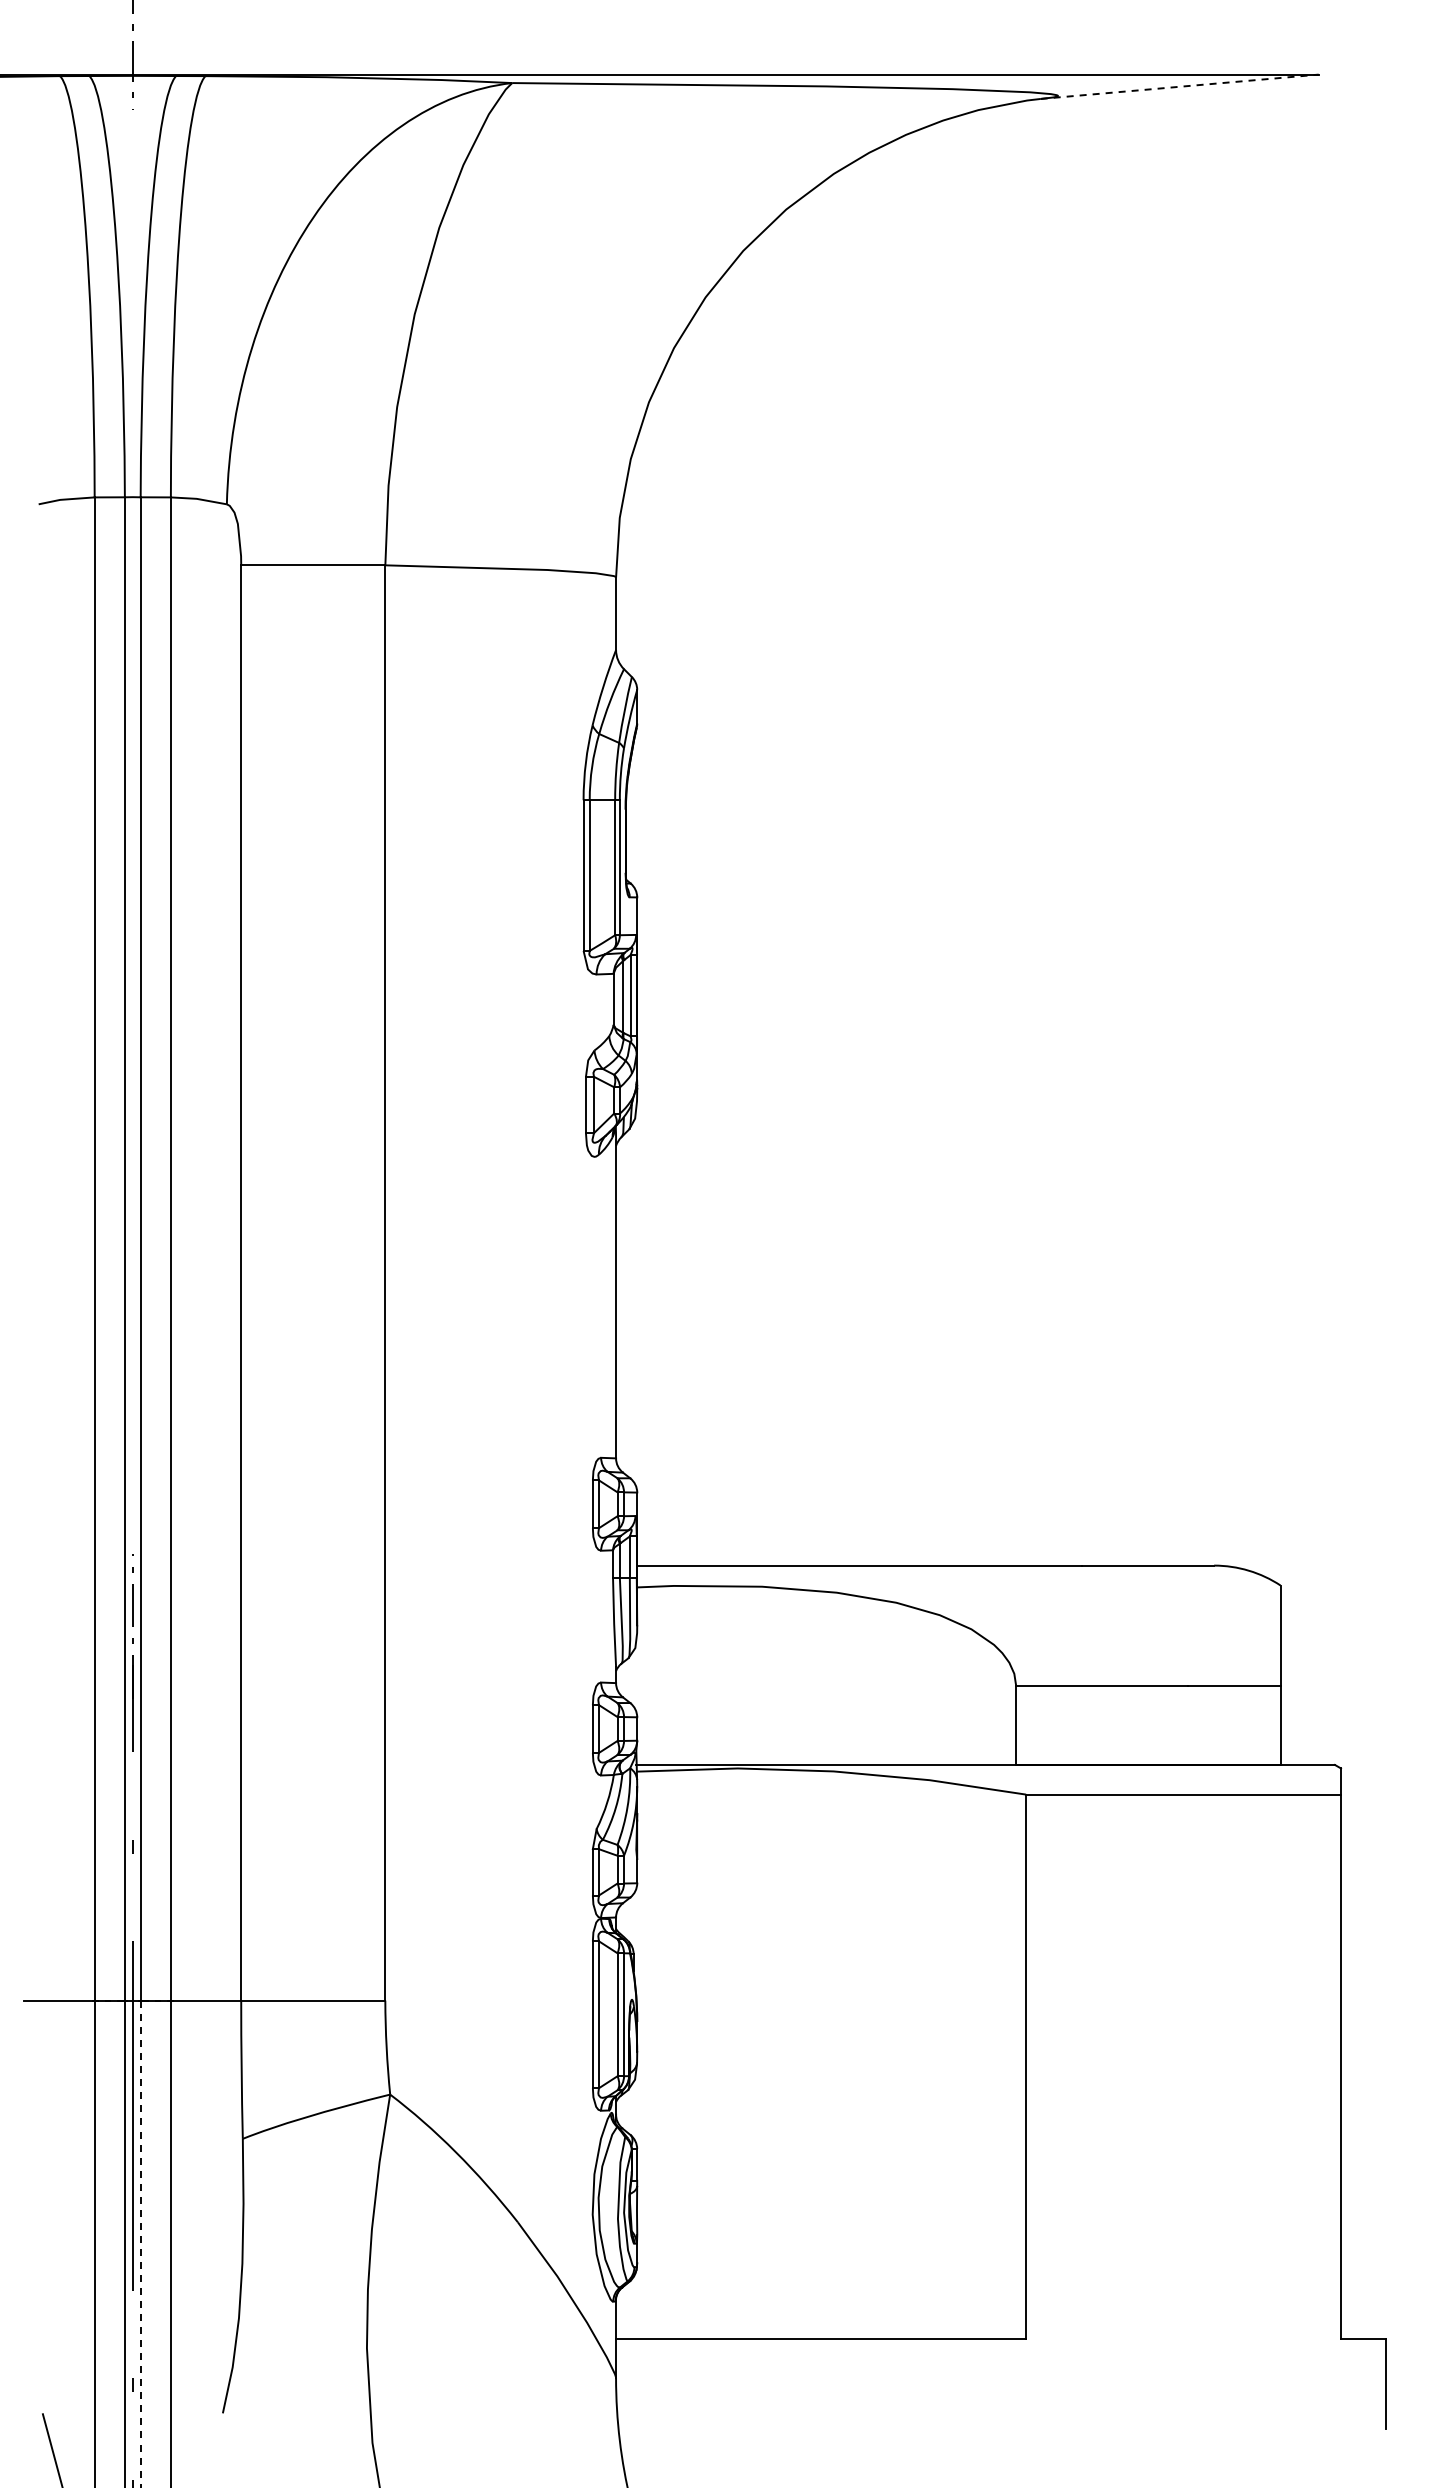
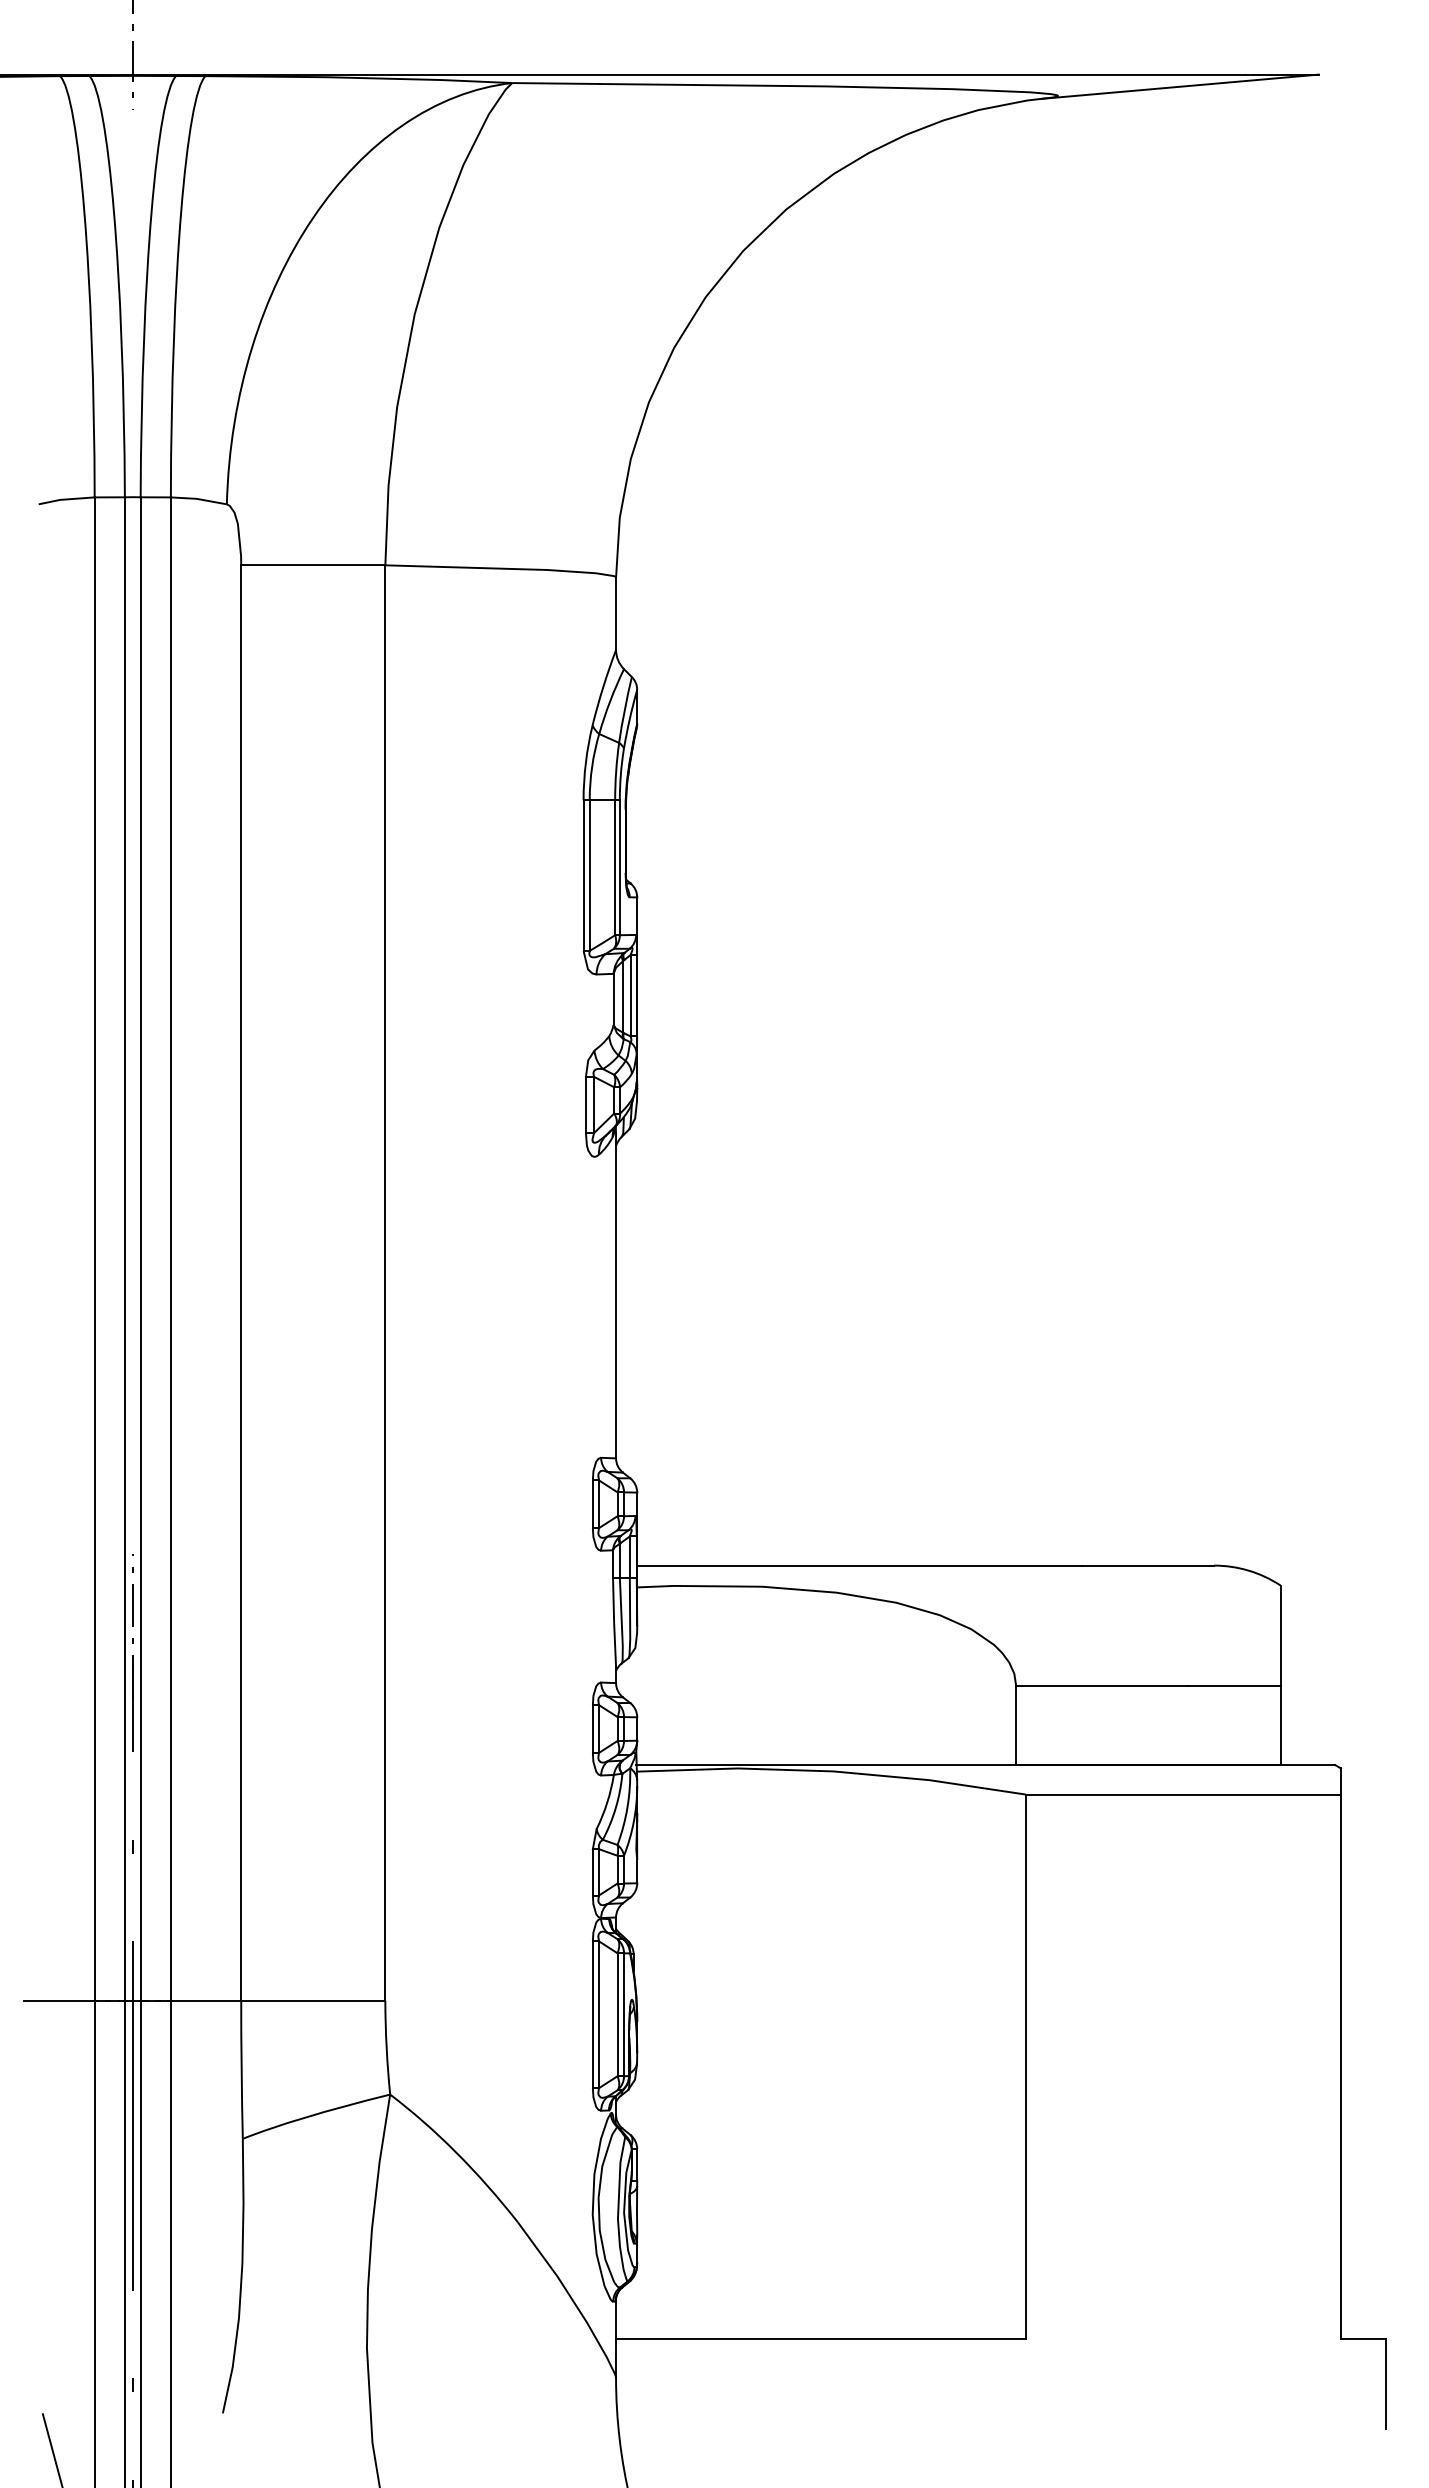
line at (1179, 86): dashed -> solid
line at (140, 2244): dashed -> solid
